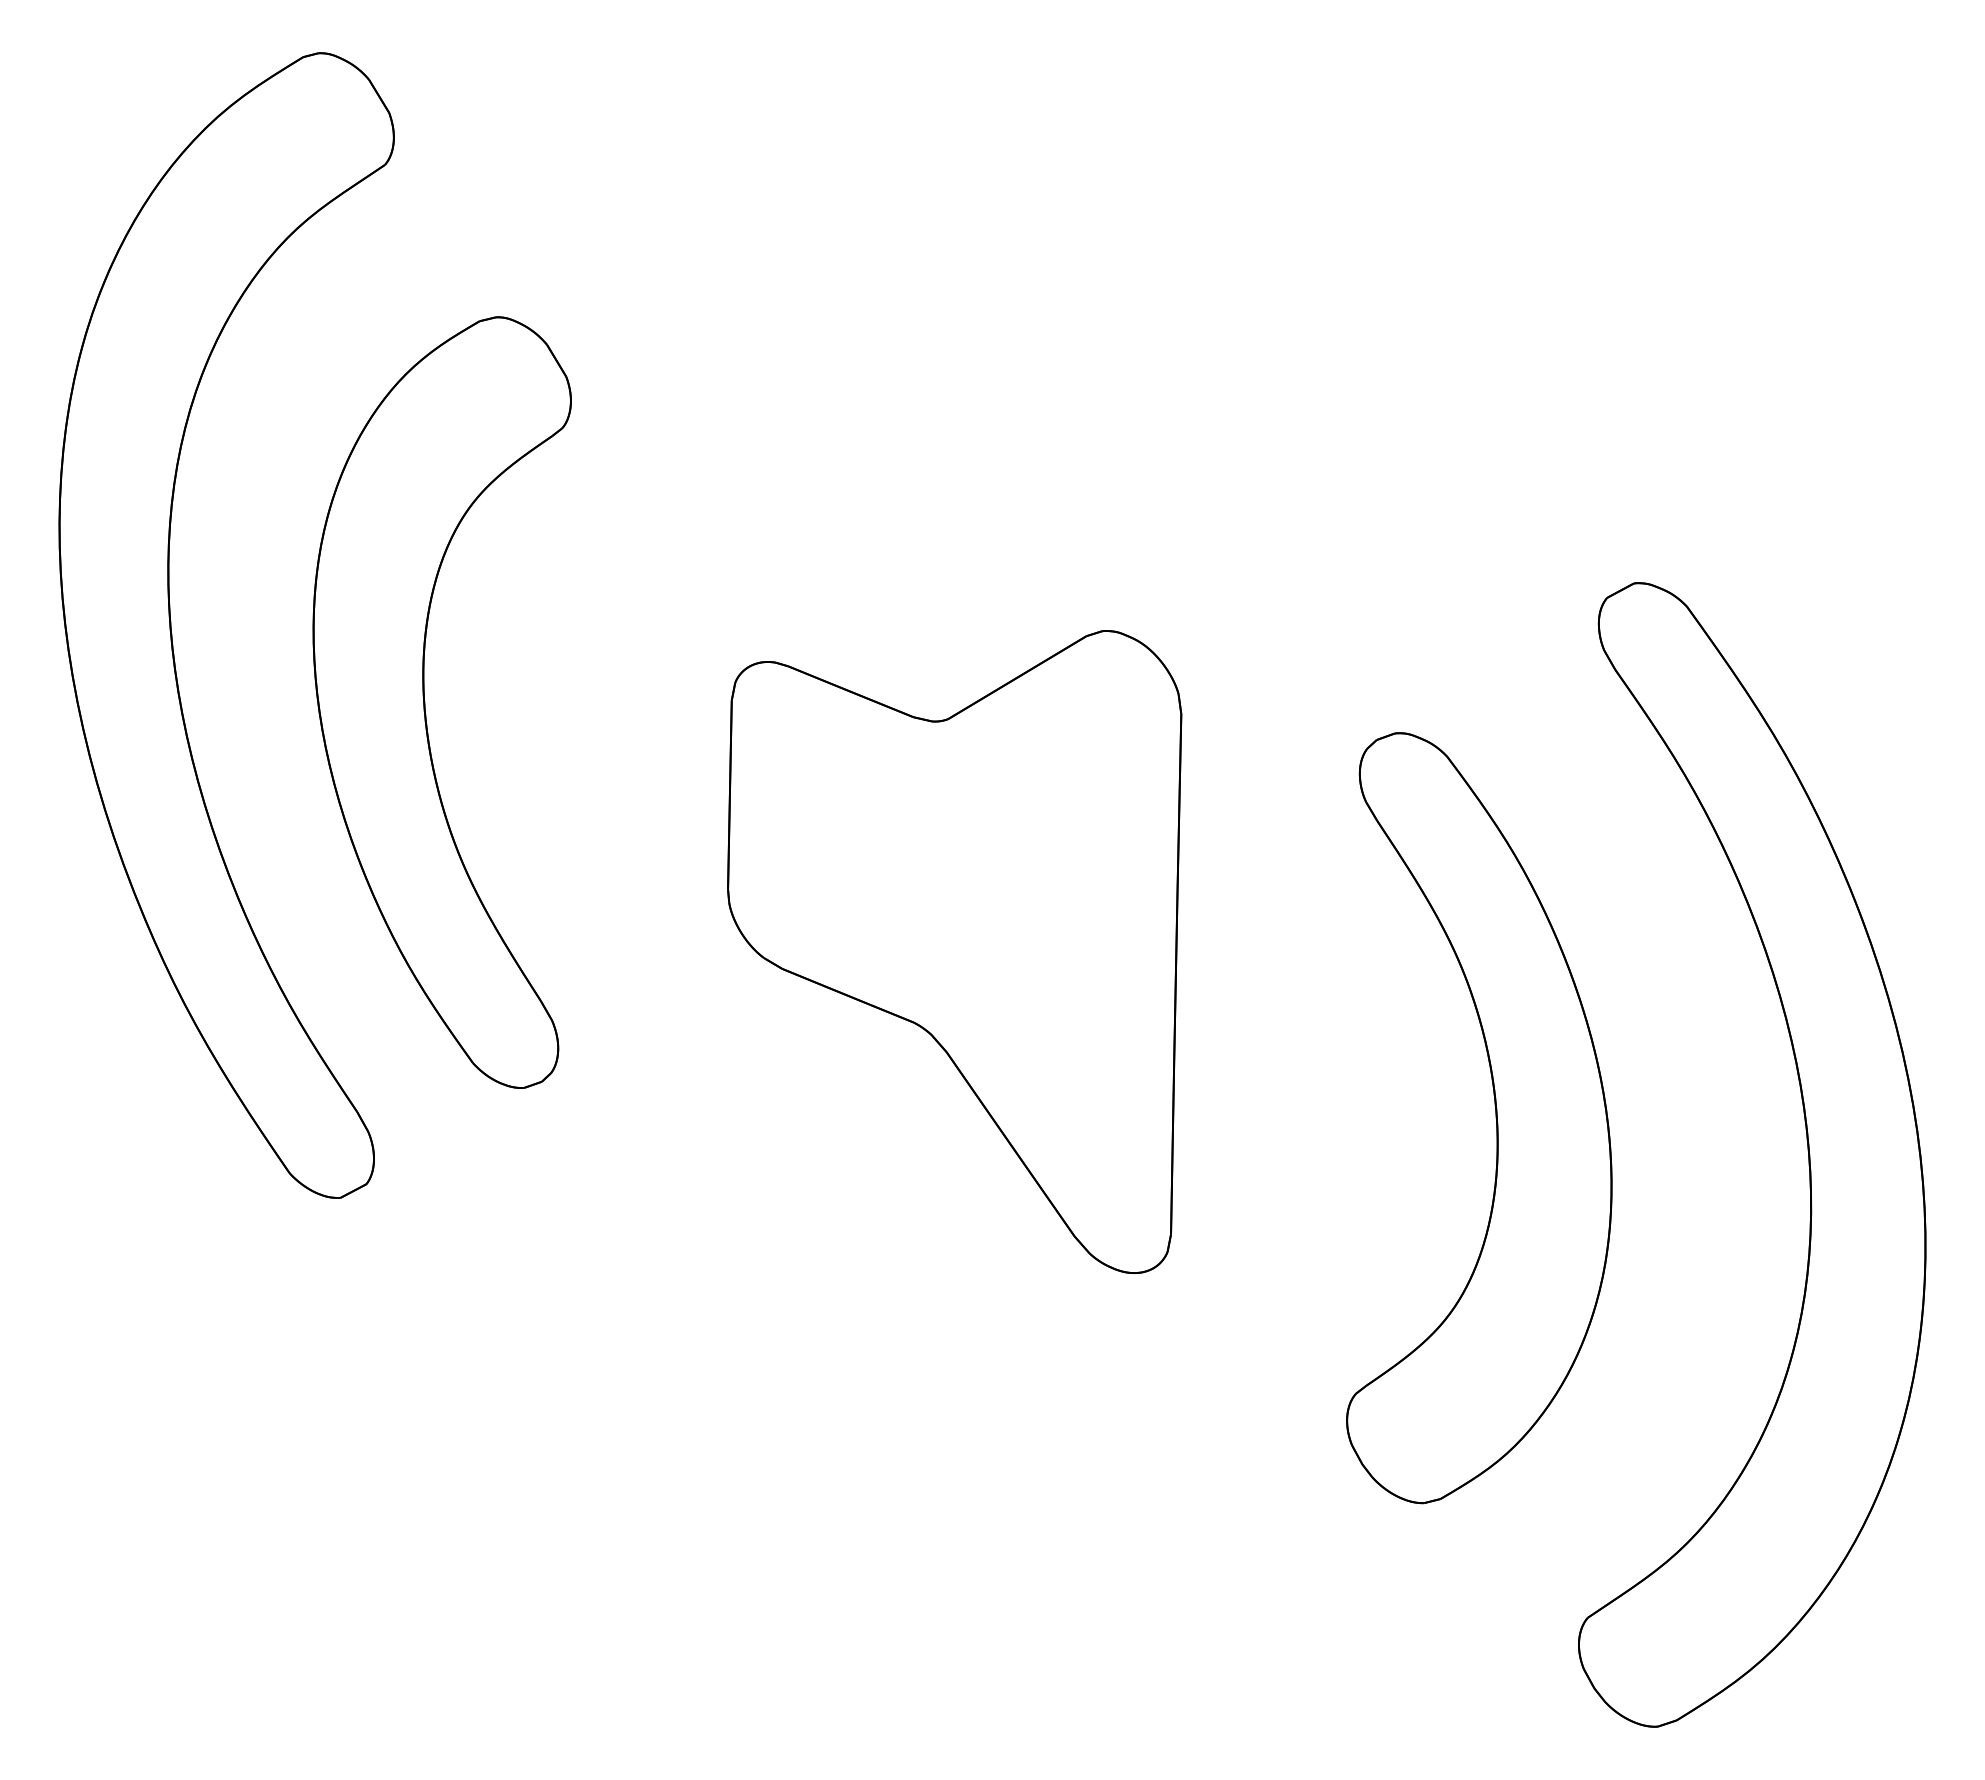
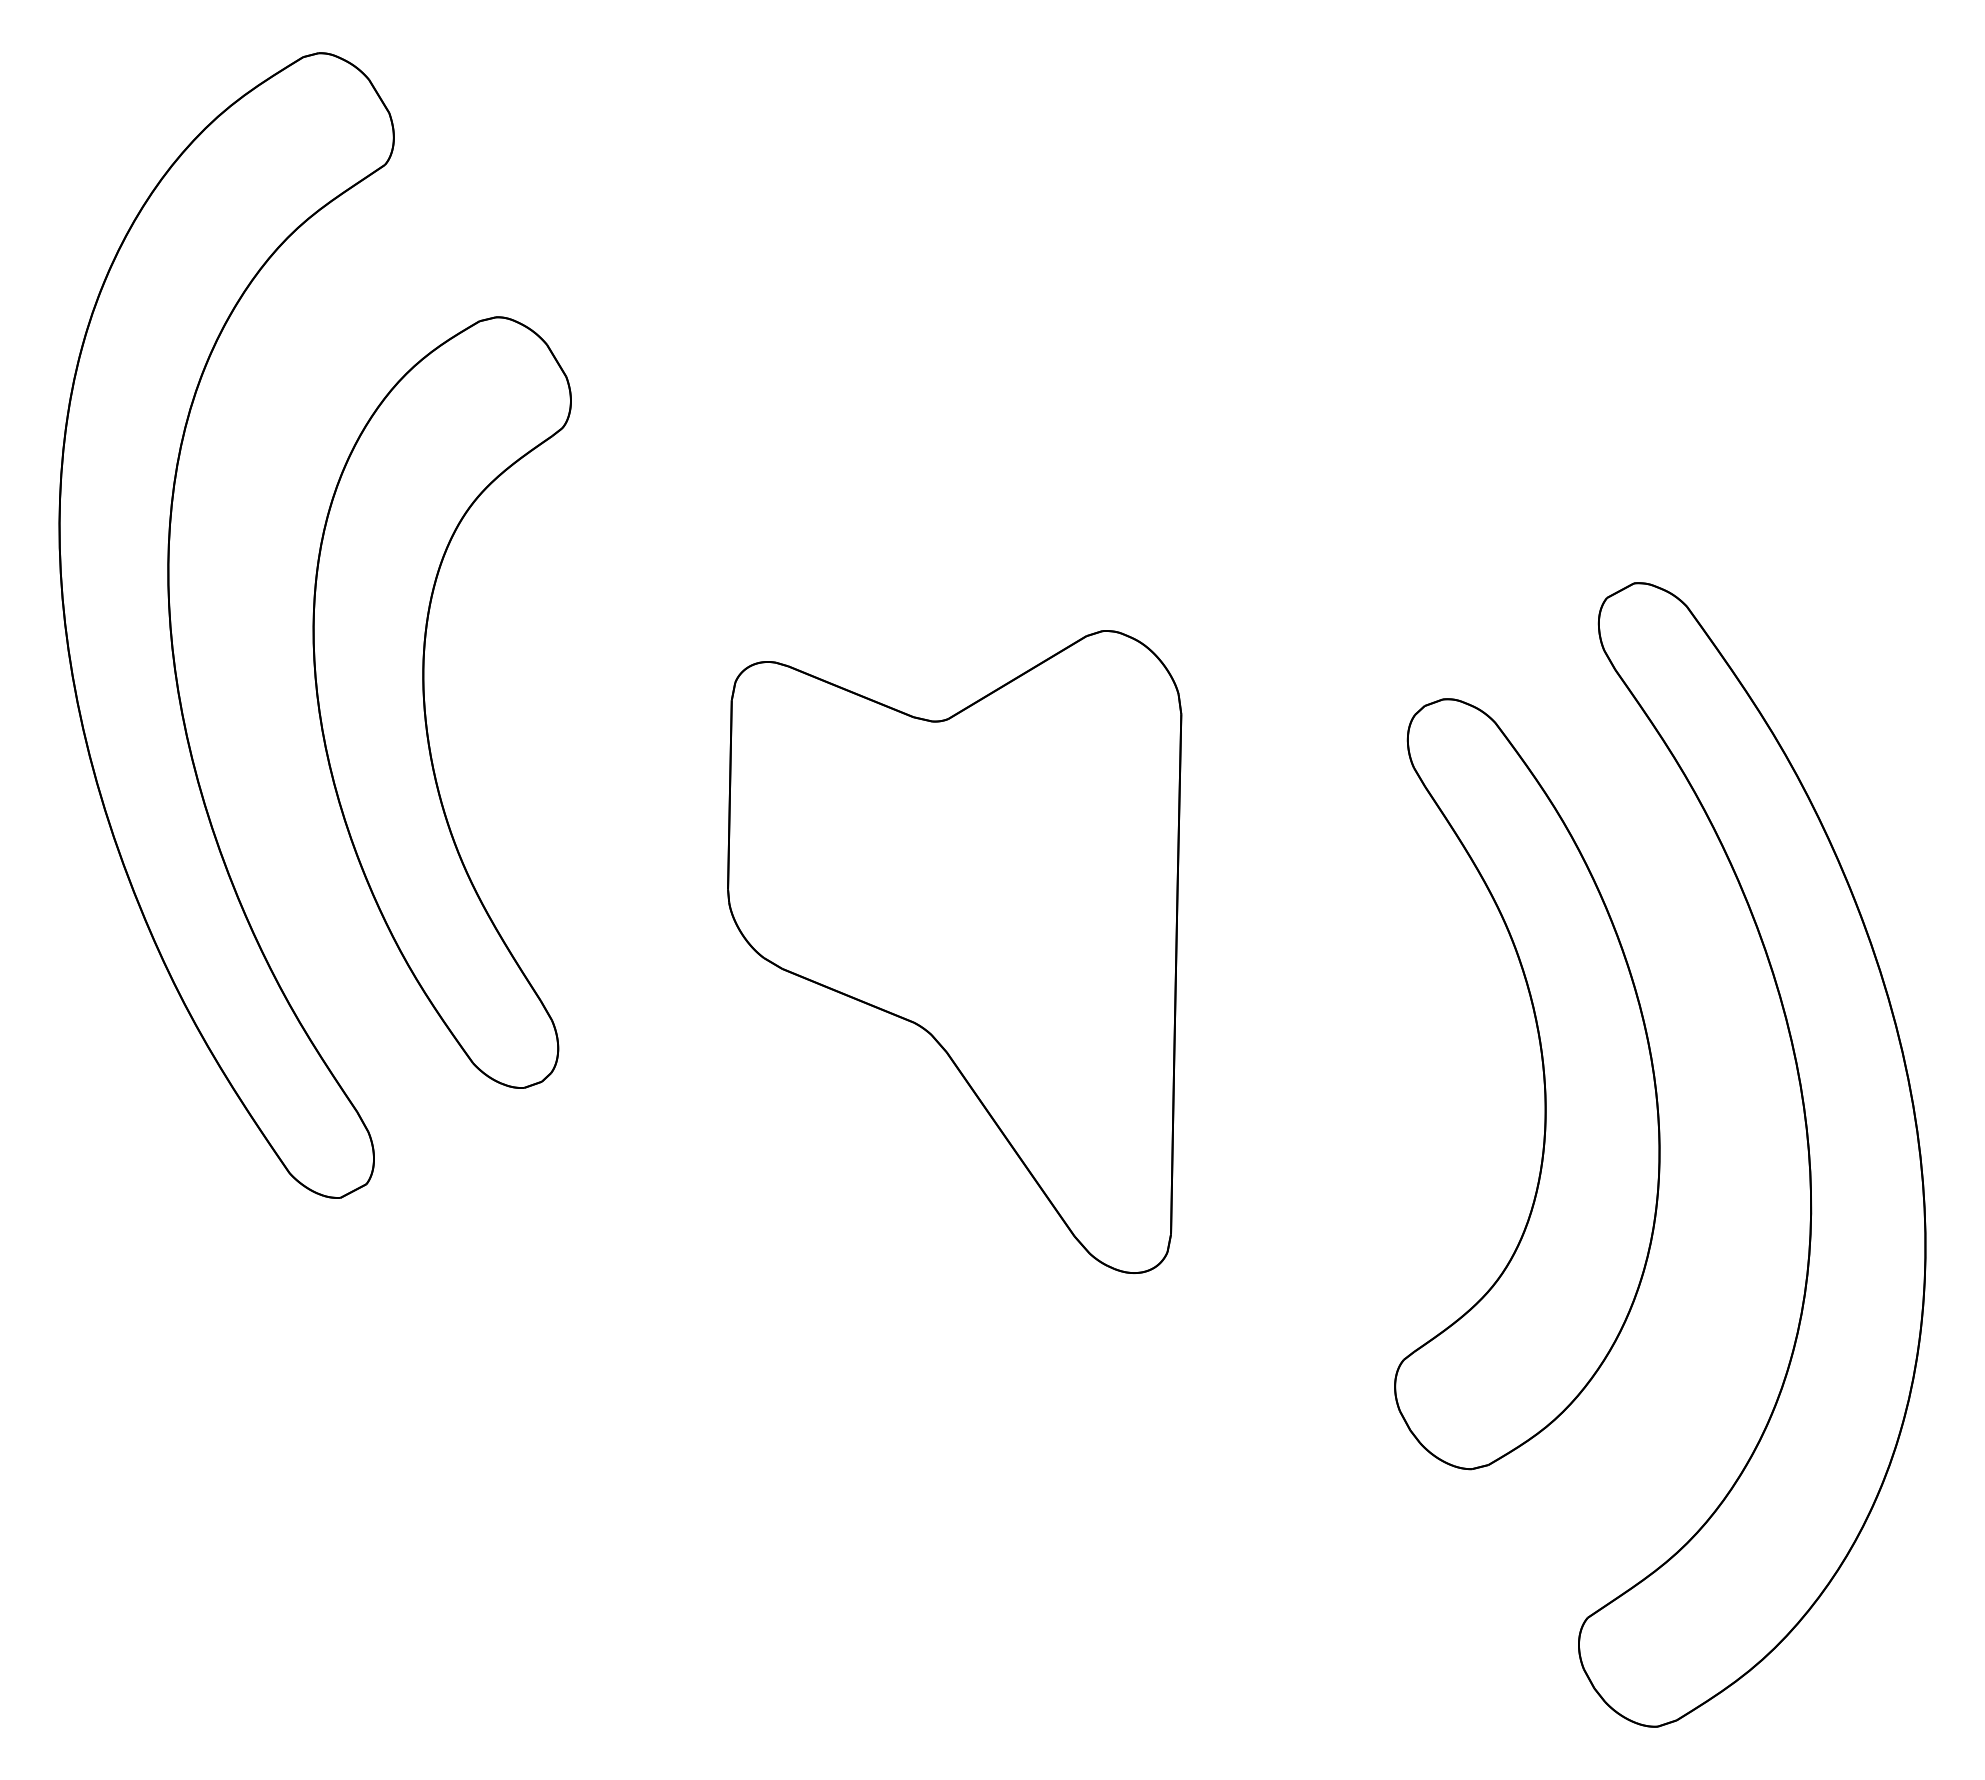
part at (1495, 1118) position: (1495, 1118) -> (1543, 1084)
